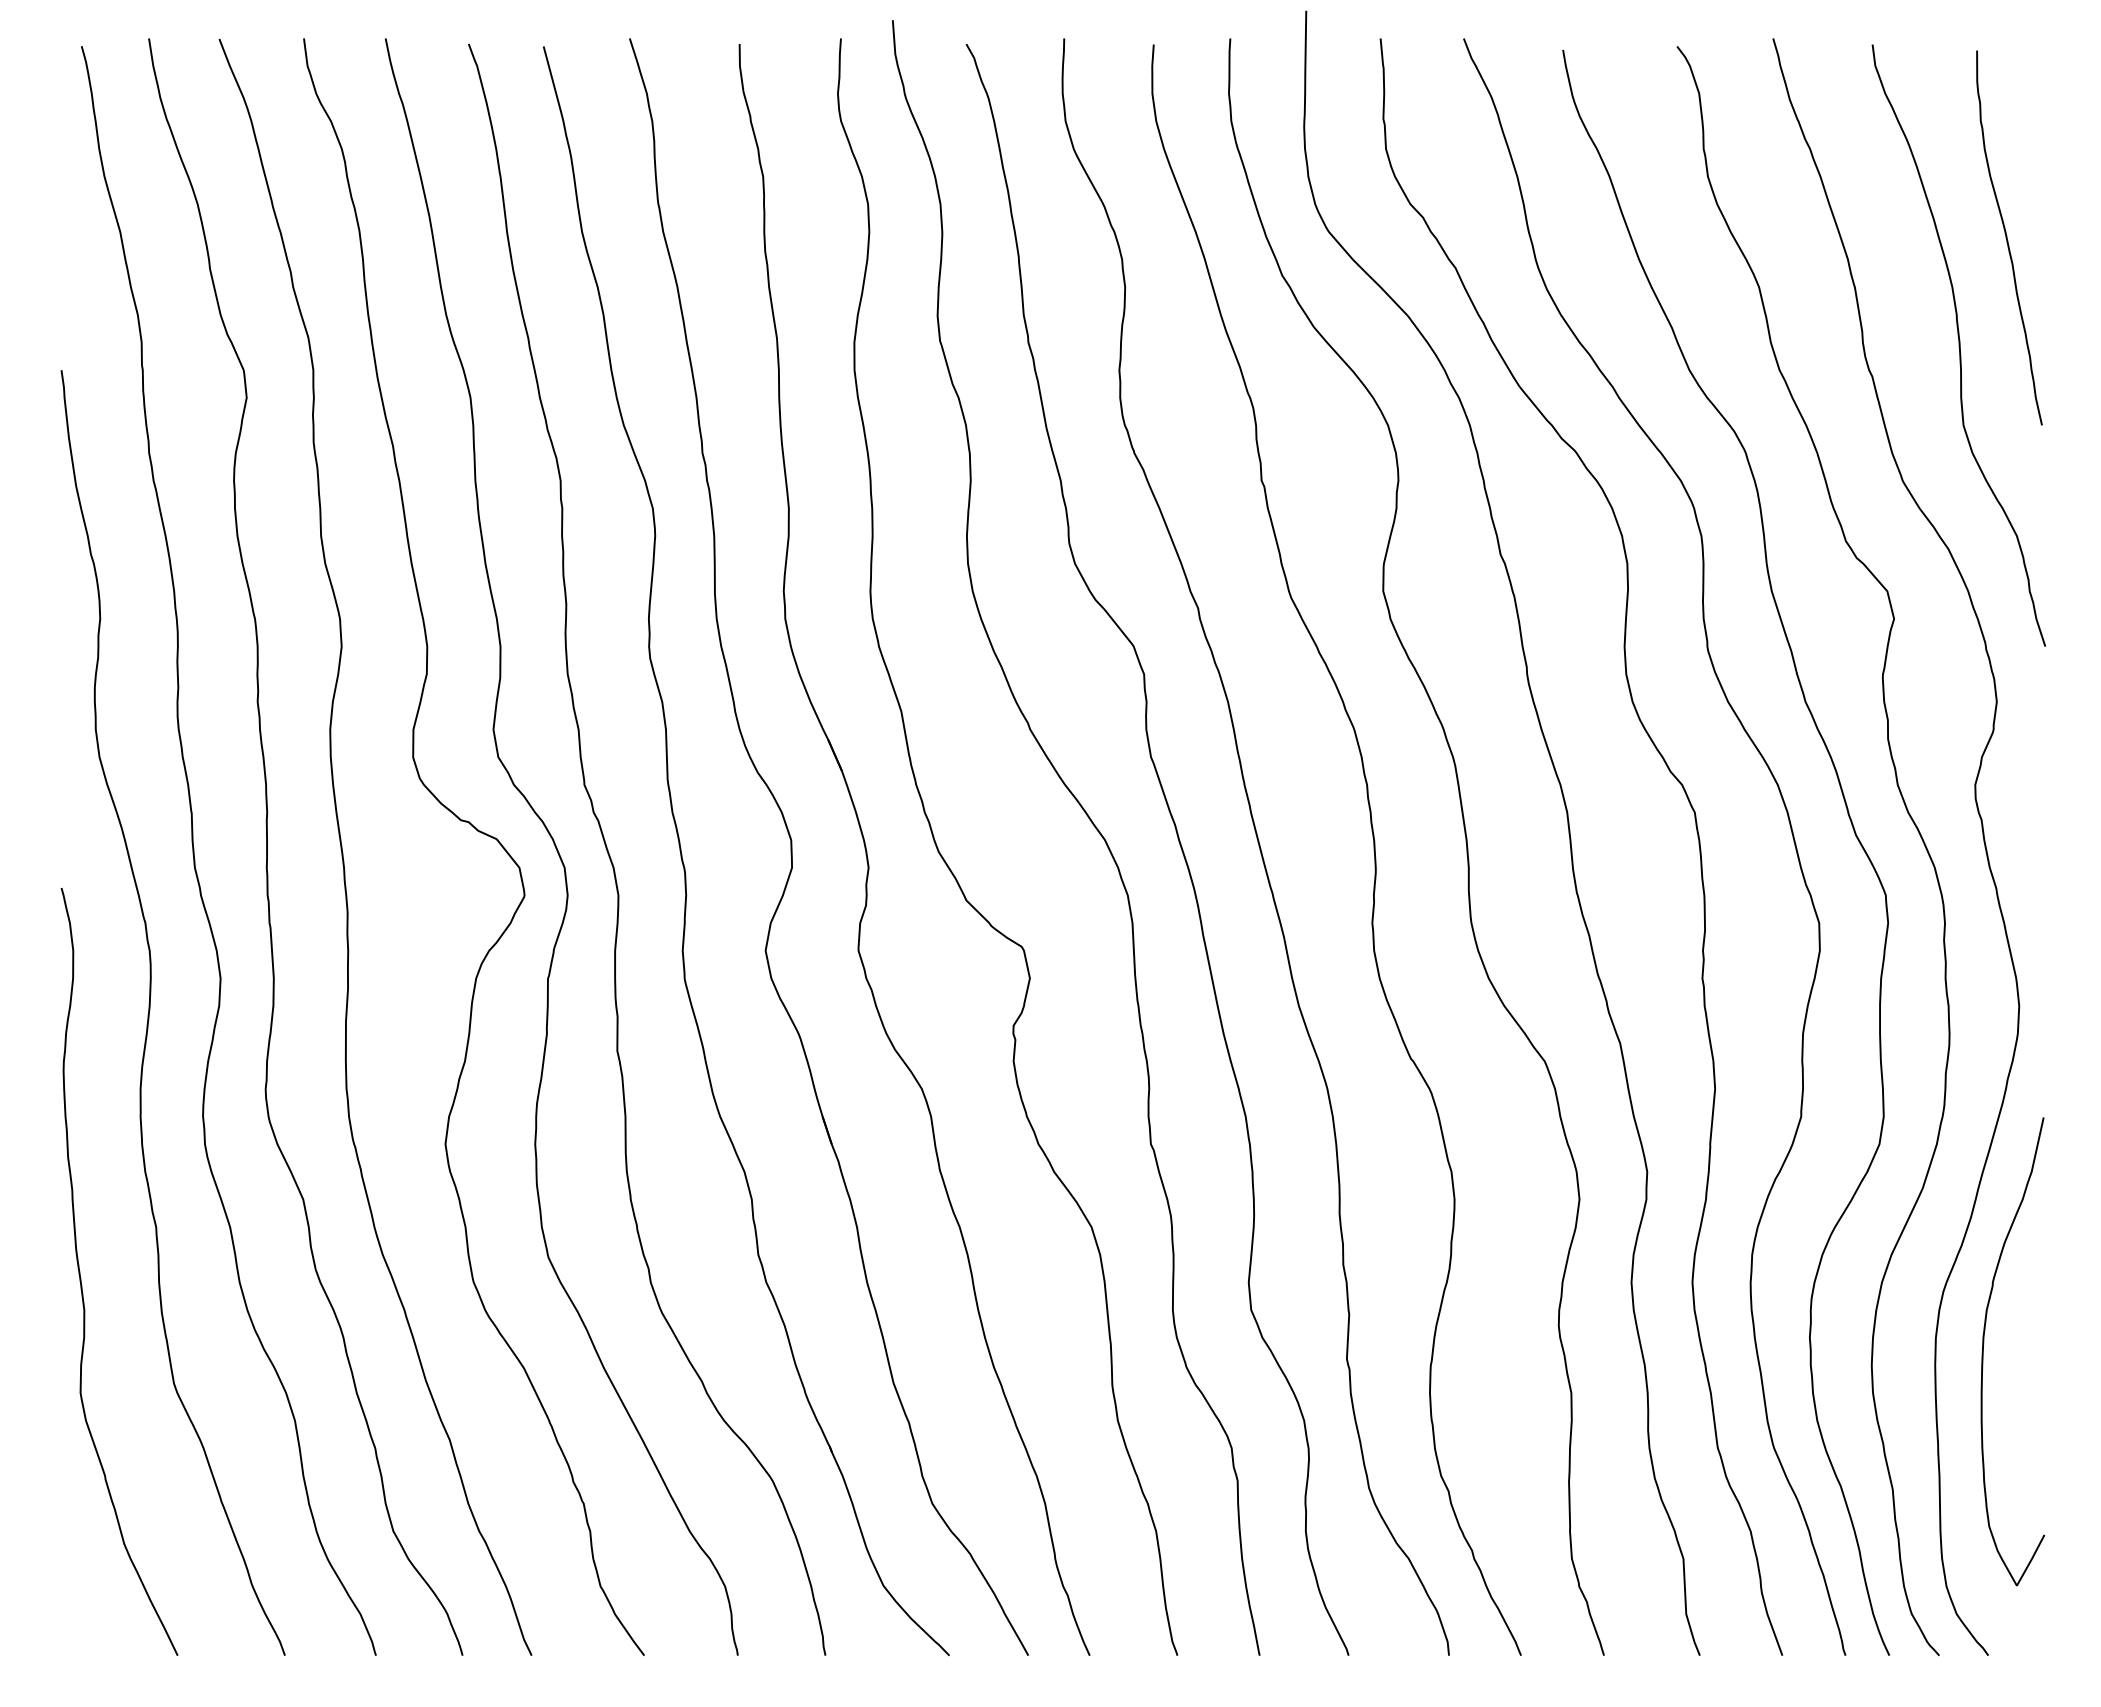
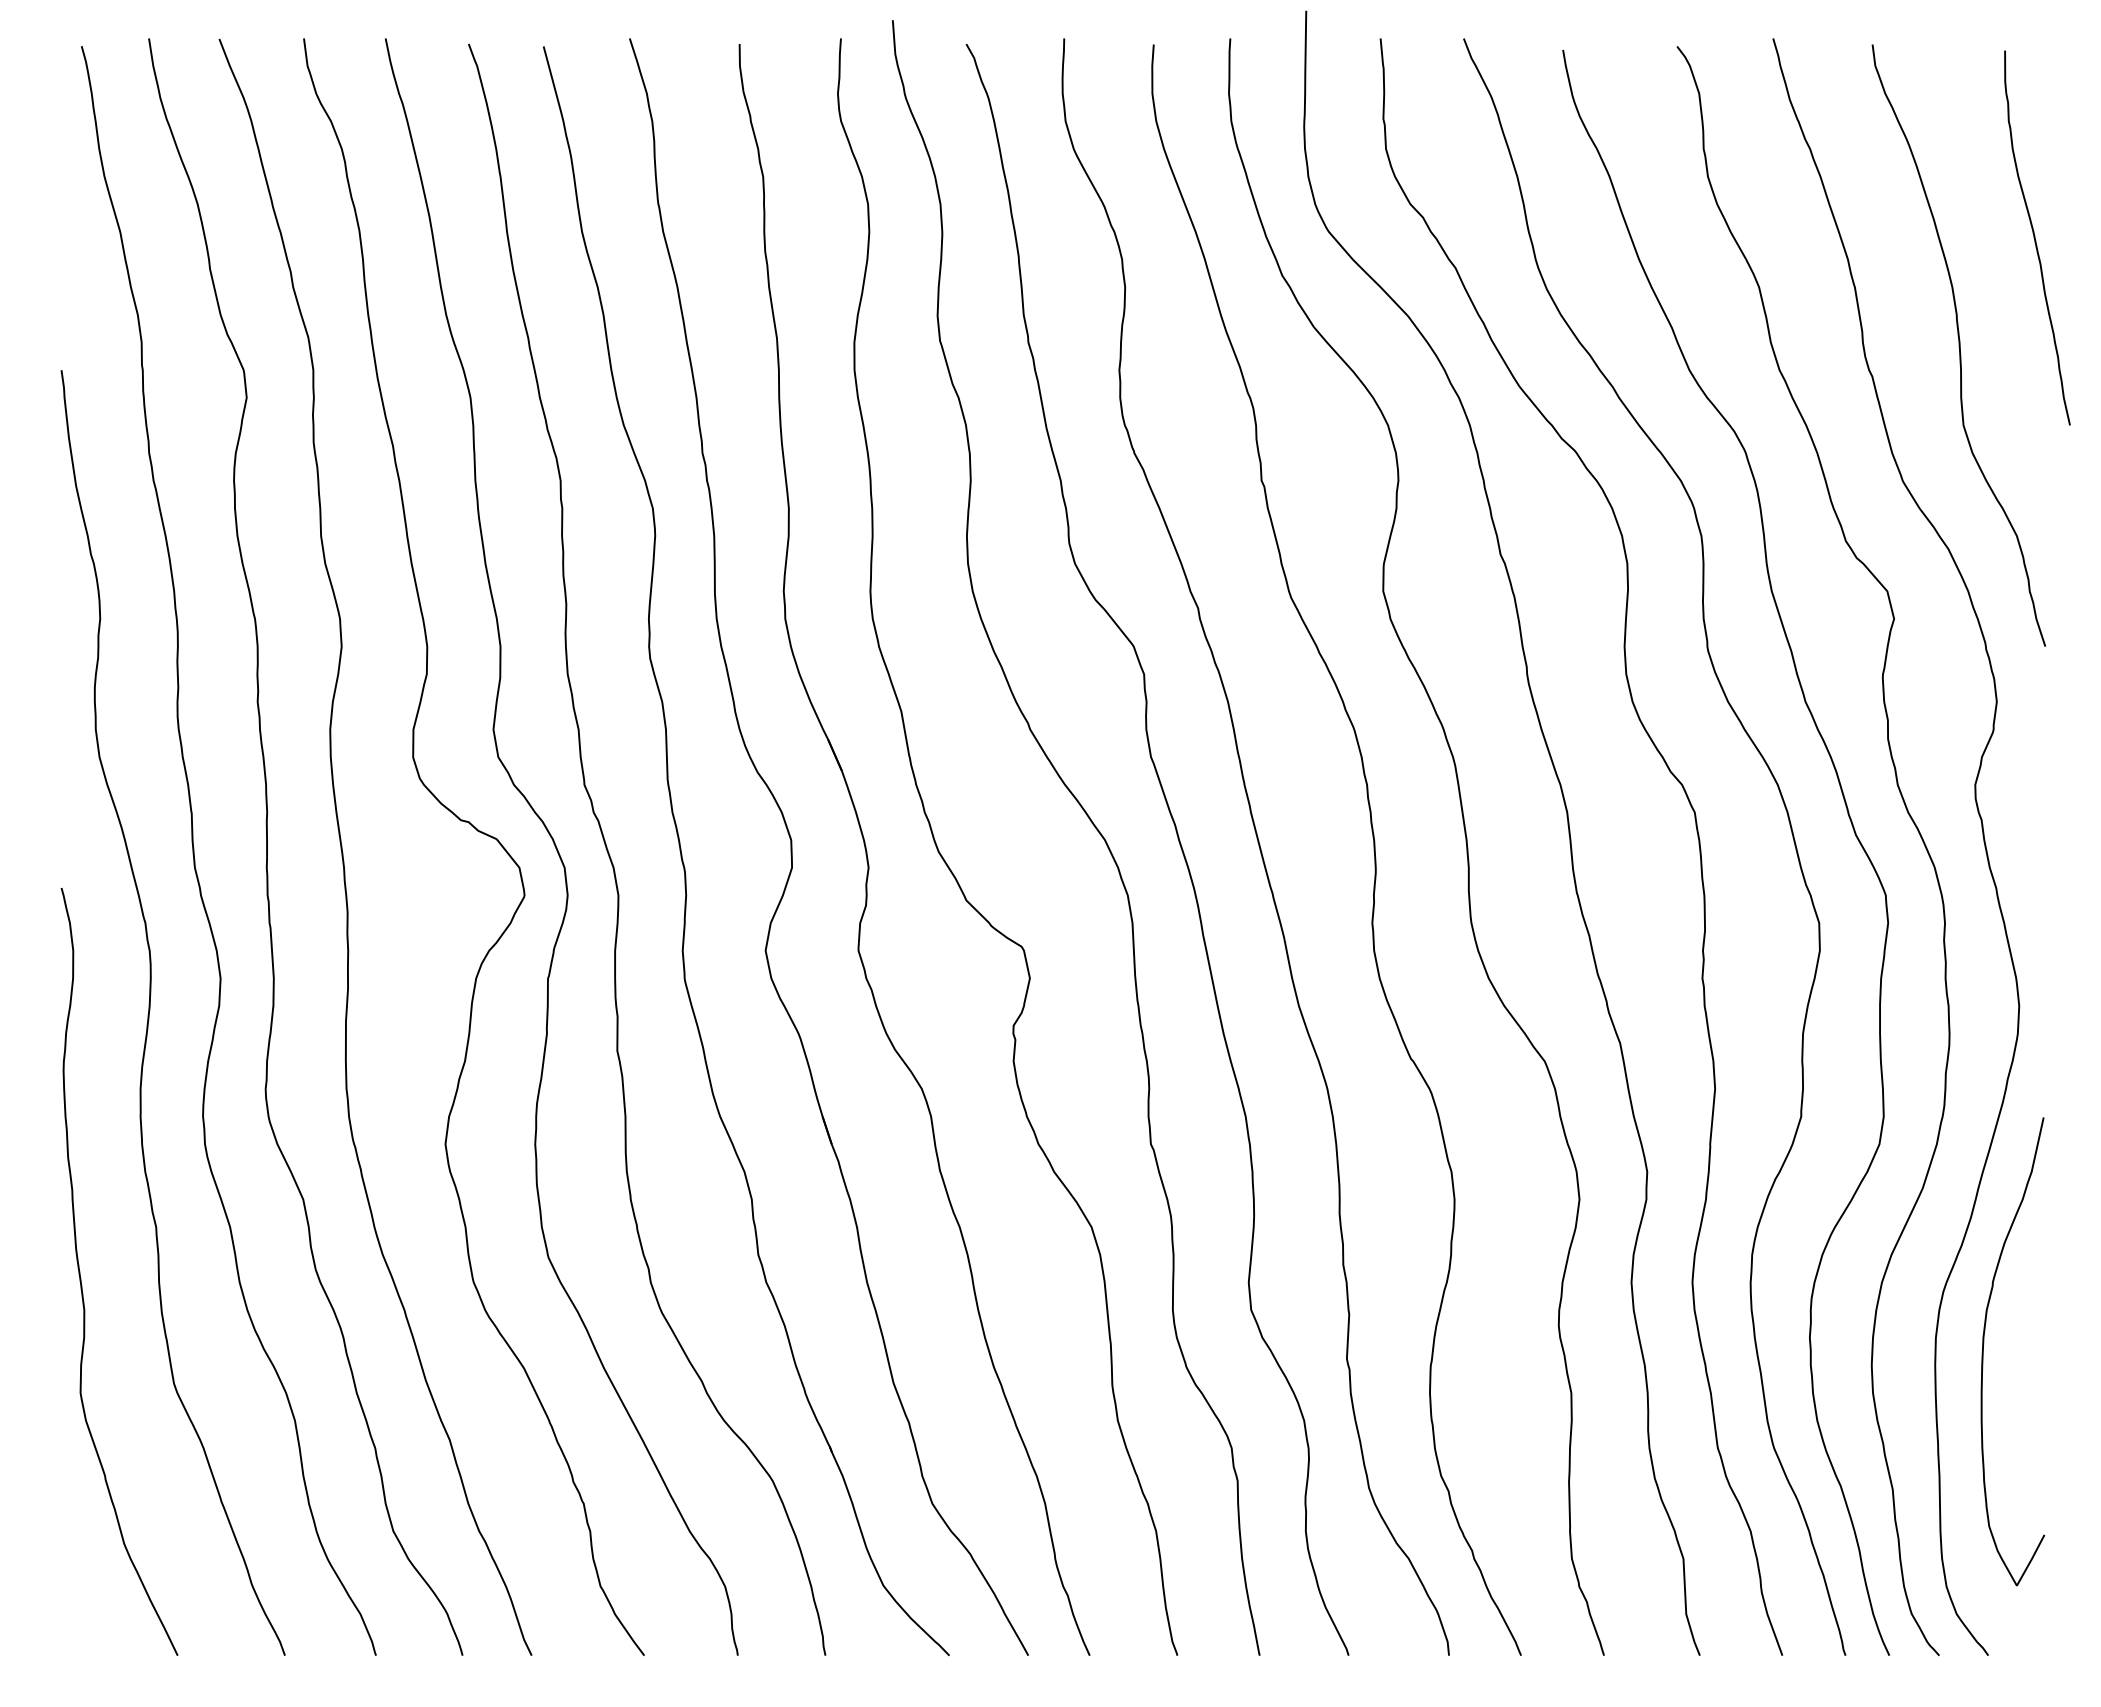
curve at (2007, 237) position: (2007, 237) -> (2035, 237)
